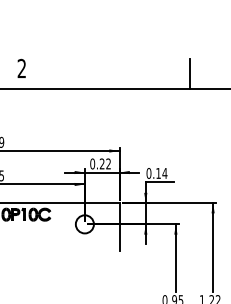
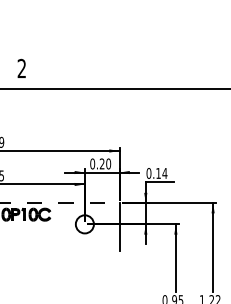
line at (189, 73): present -> none
text at (108, 163): 0.22 -> 0.20
line at (60, 203): solid -> dashed
